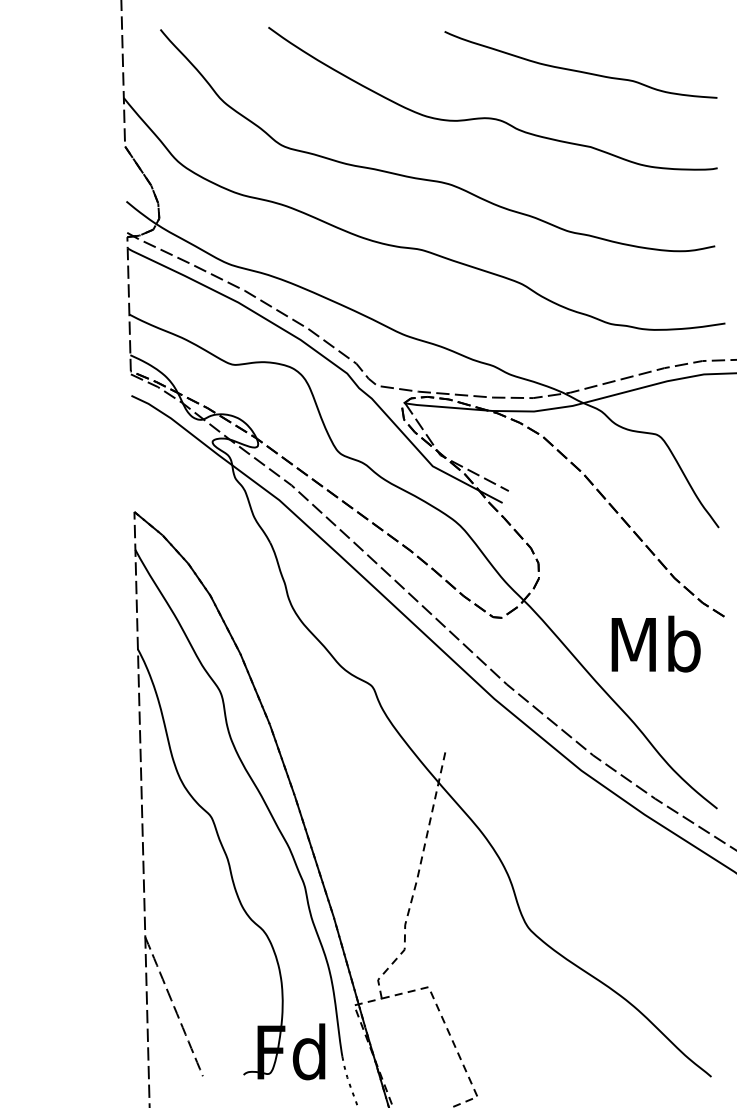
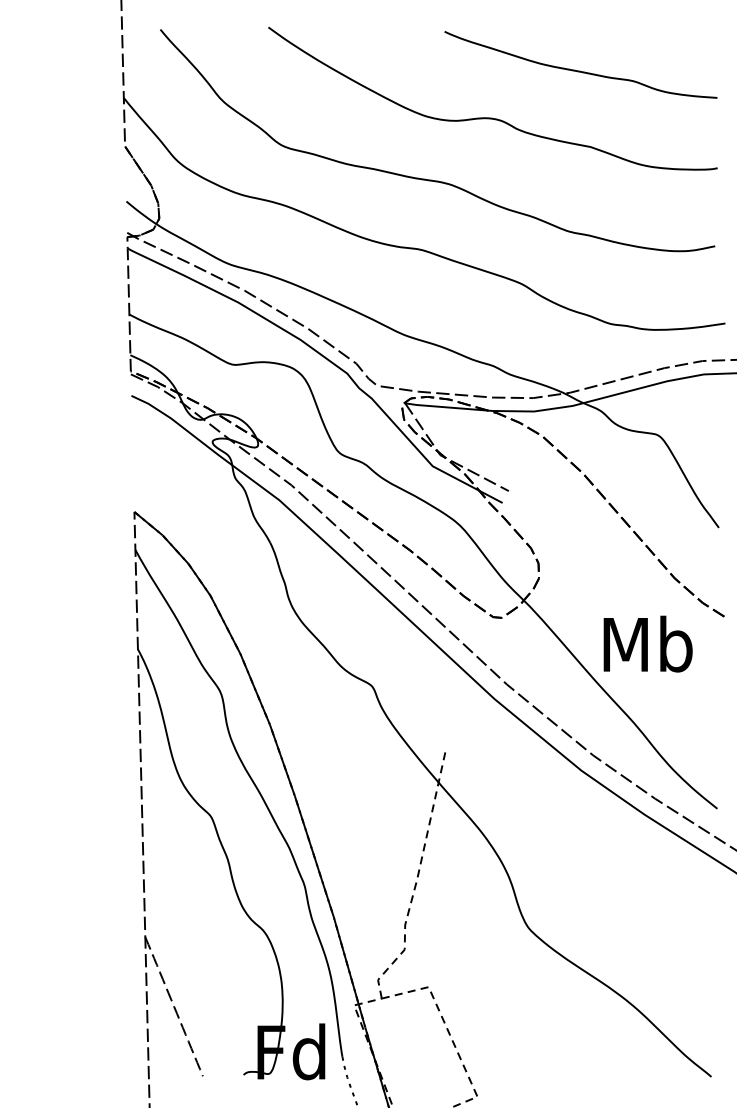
text at (655, 643) position: (655, 643) -> (647, 643)
